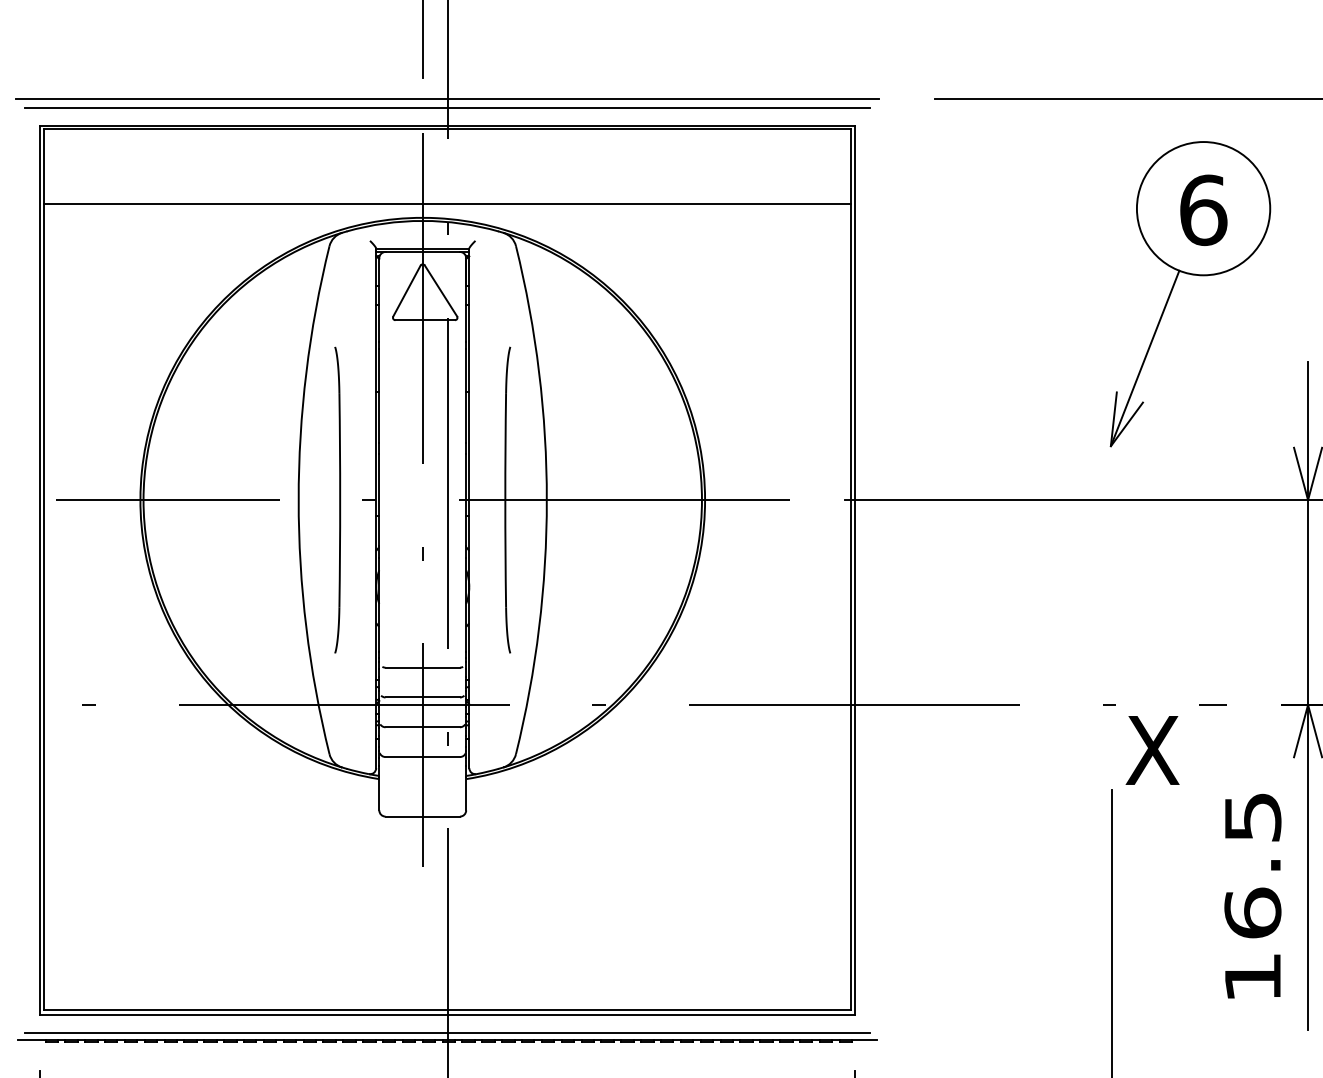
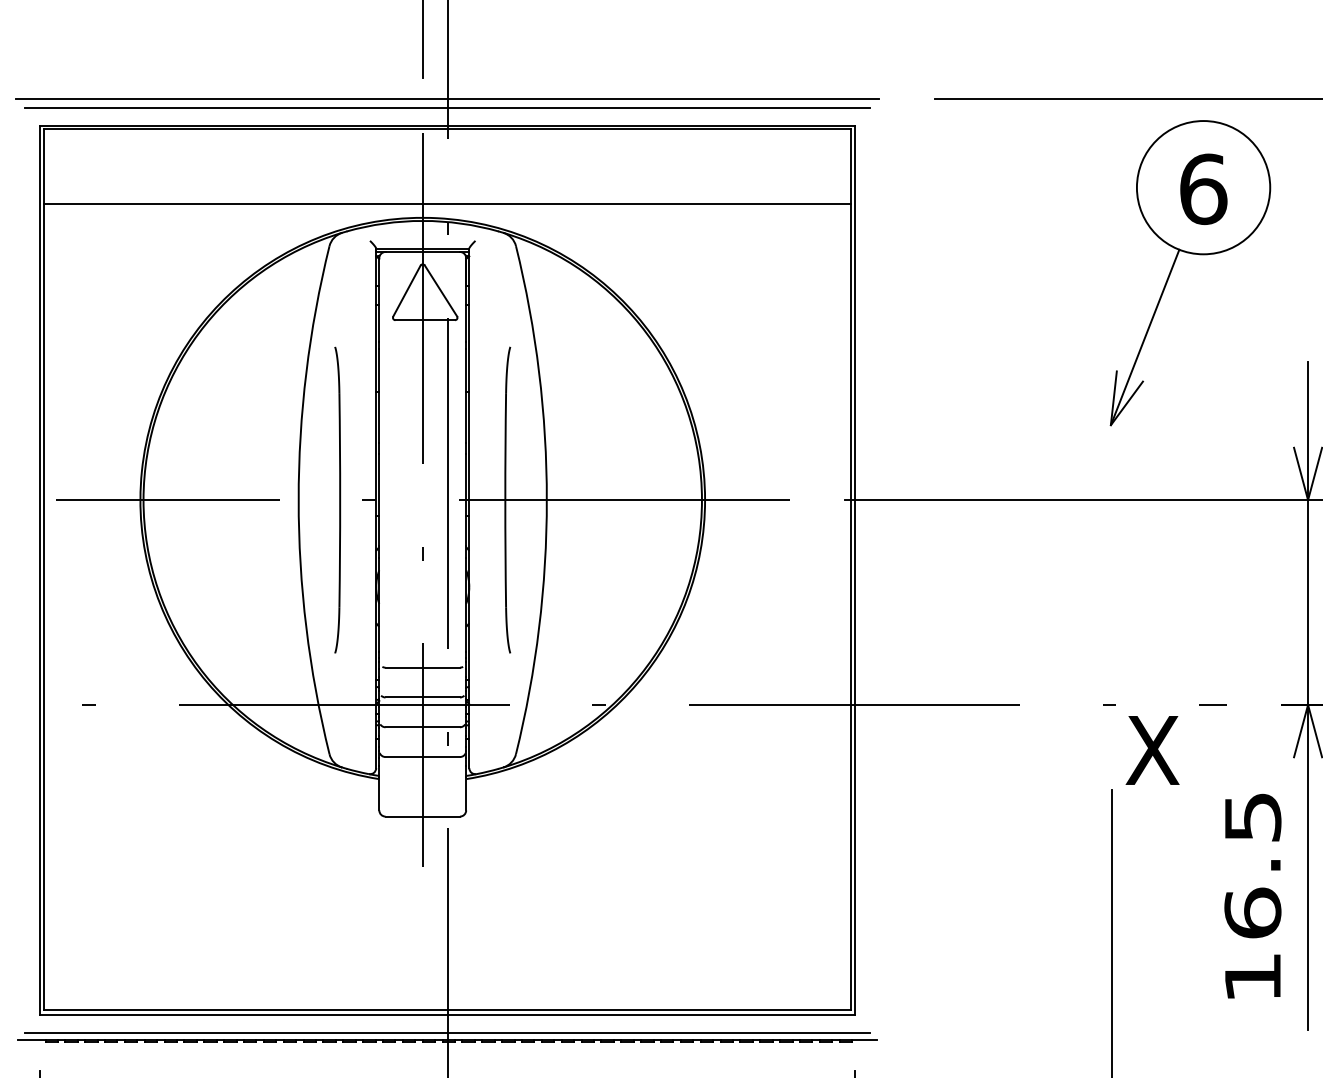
part at (1174, 286) position: (1174, 286) -> (1174, 265)
